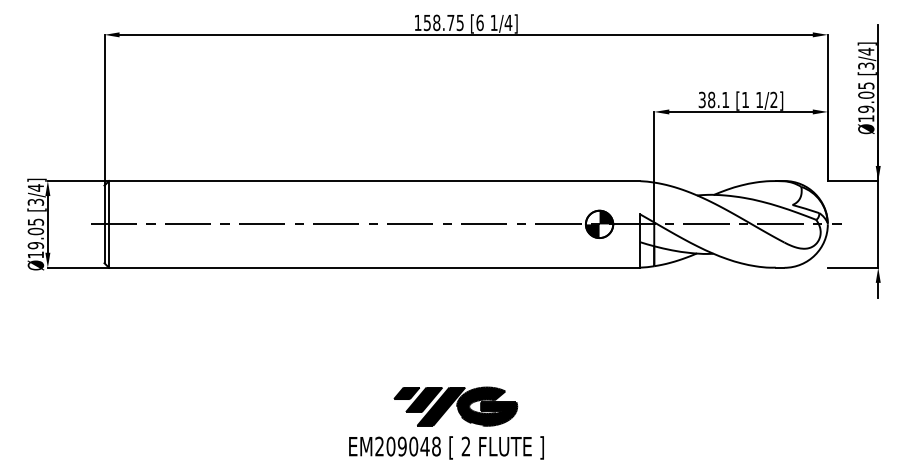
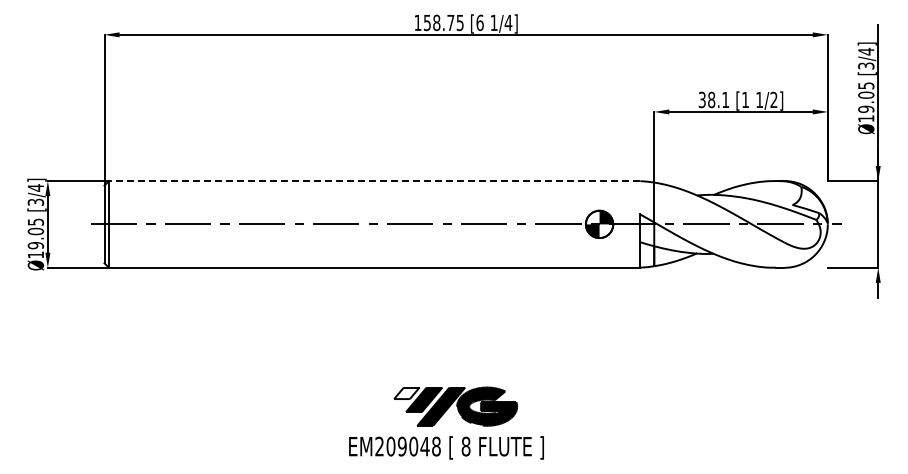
line at (374, 181): solid -> dashed
fill at (406, 393): present -> none
text at (465, 446): 2 -> 8
